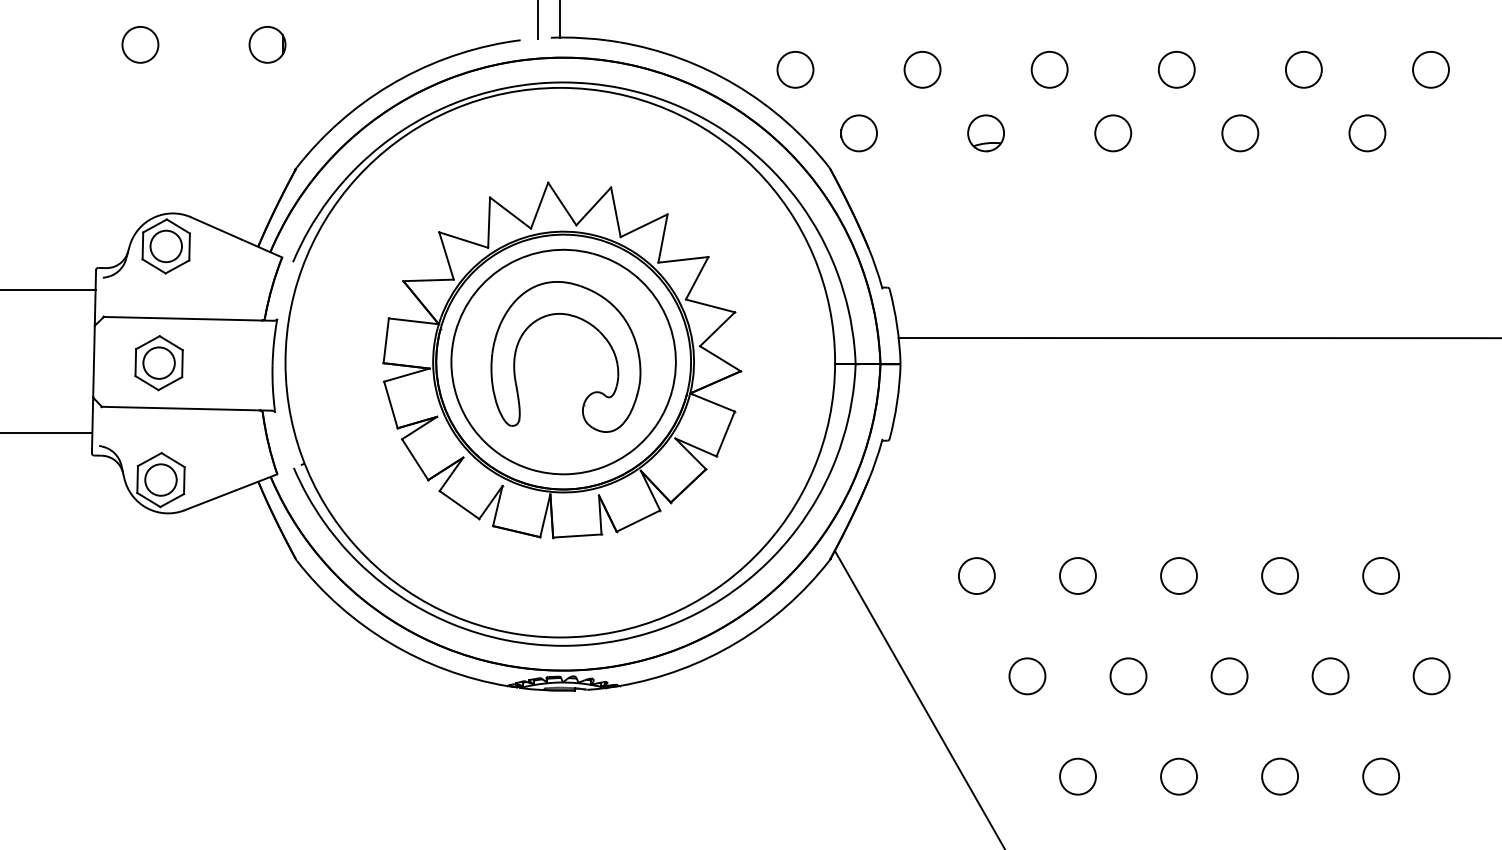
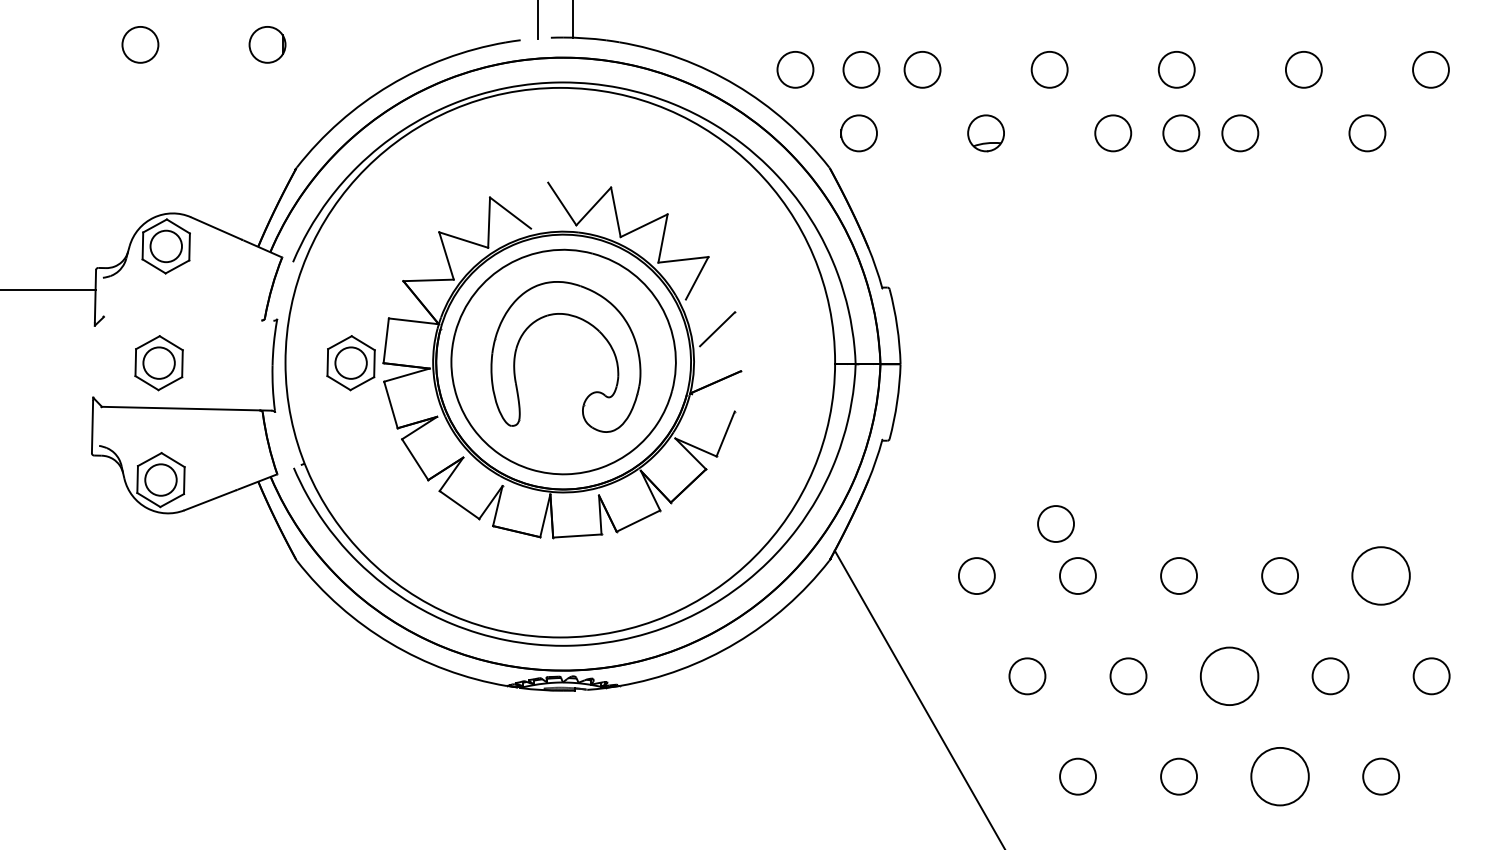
line at (560, 19) position: (560, 19) -> (573, 19)
circle at (861, 69): none -> present
circle at (1181, 133): none -> present
line at (539, 205): present -> none
line at (709, 305): present -> none
line at (188, 318): present -> none
line at (1198, 338): present -> none
line at (720, 358): present -> none
line at (93, 361): present -> none
part at (350, 363): none -> present
line at (713, 402): present -> none
line at (47, 433): present -> none
circle at (1055, 523): none -> present
circle at (1381, 575) diameter: 36 px -> 58 px
circle at (1229, 676) diameter: 36 px -> 58 px
circle at (1280, 776) diameter: 36 px -> 58 px
